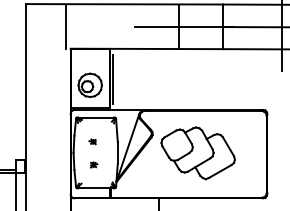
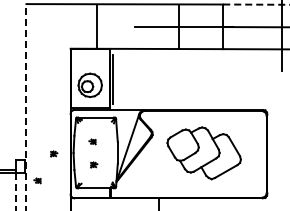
line at (257, 4): solid -> dashed
line at (65, 26) position: (65, 26) -> (96, 26)
line at (26, 107): solid -> dashed
part at (54, 153): none -> present
part at (197, 153) position: (197, 153) -> (203, 153)
part at (37, 180): none -> present
line at (16, 192): solid -> dashed
